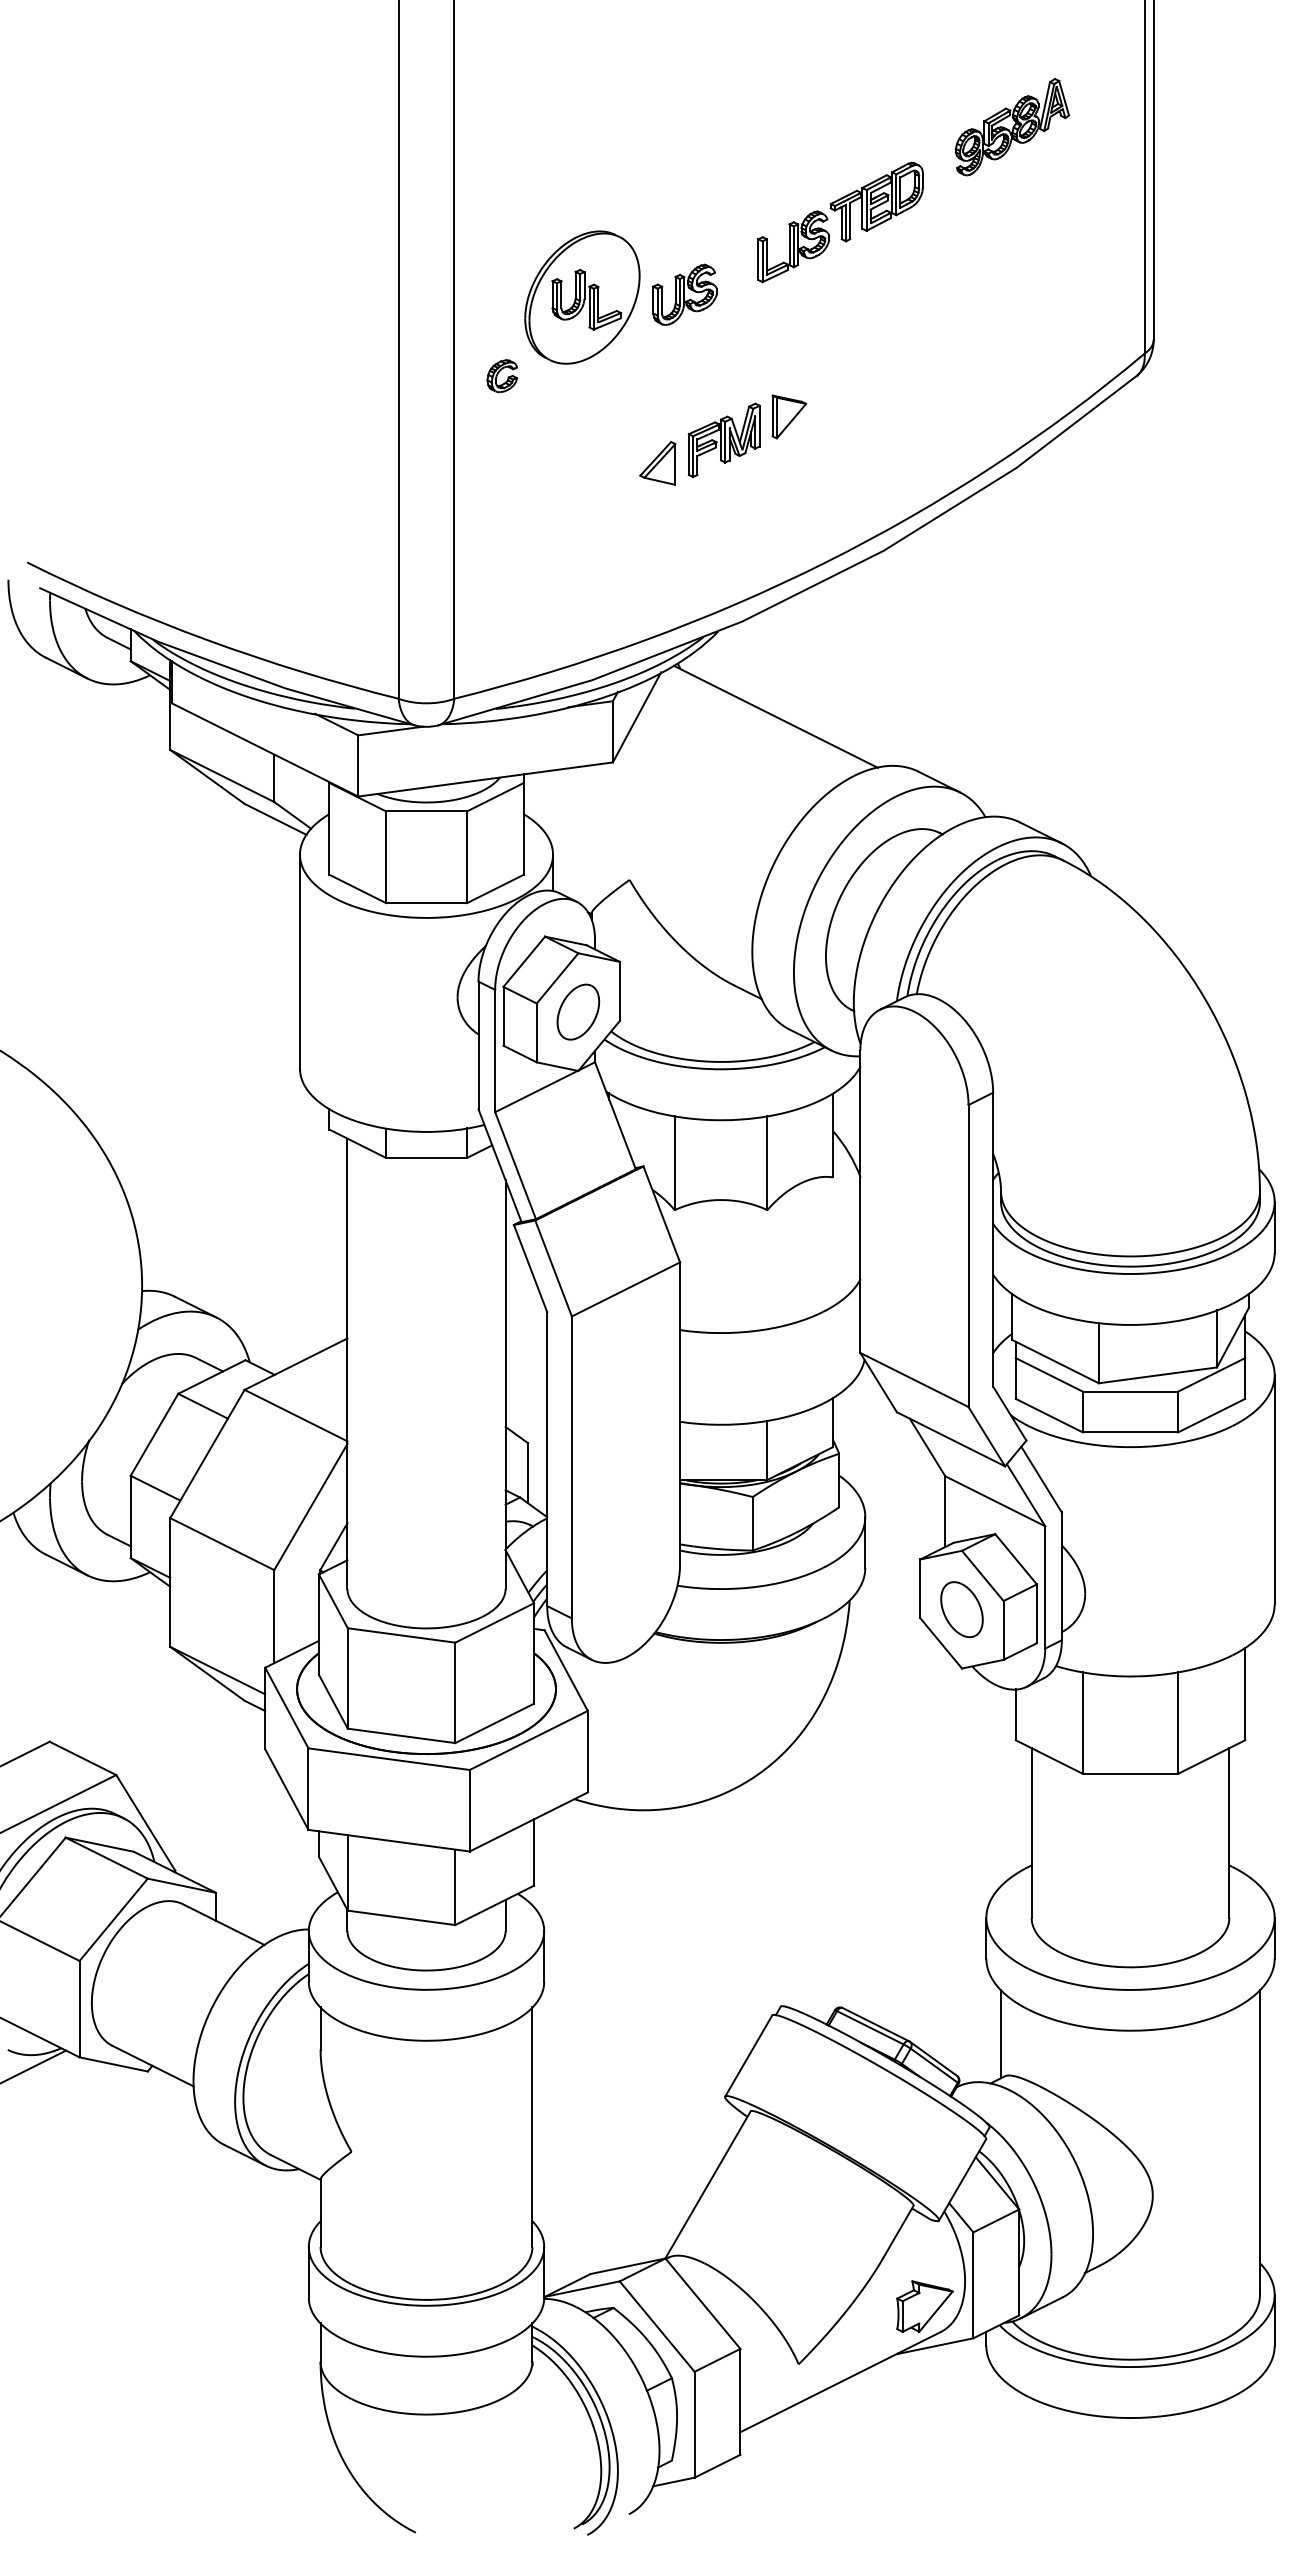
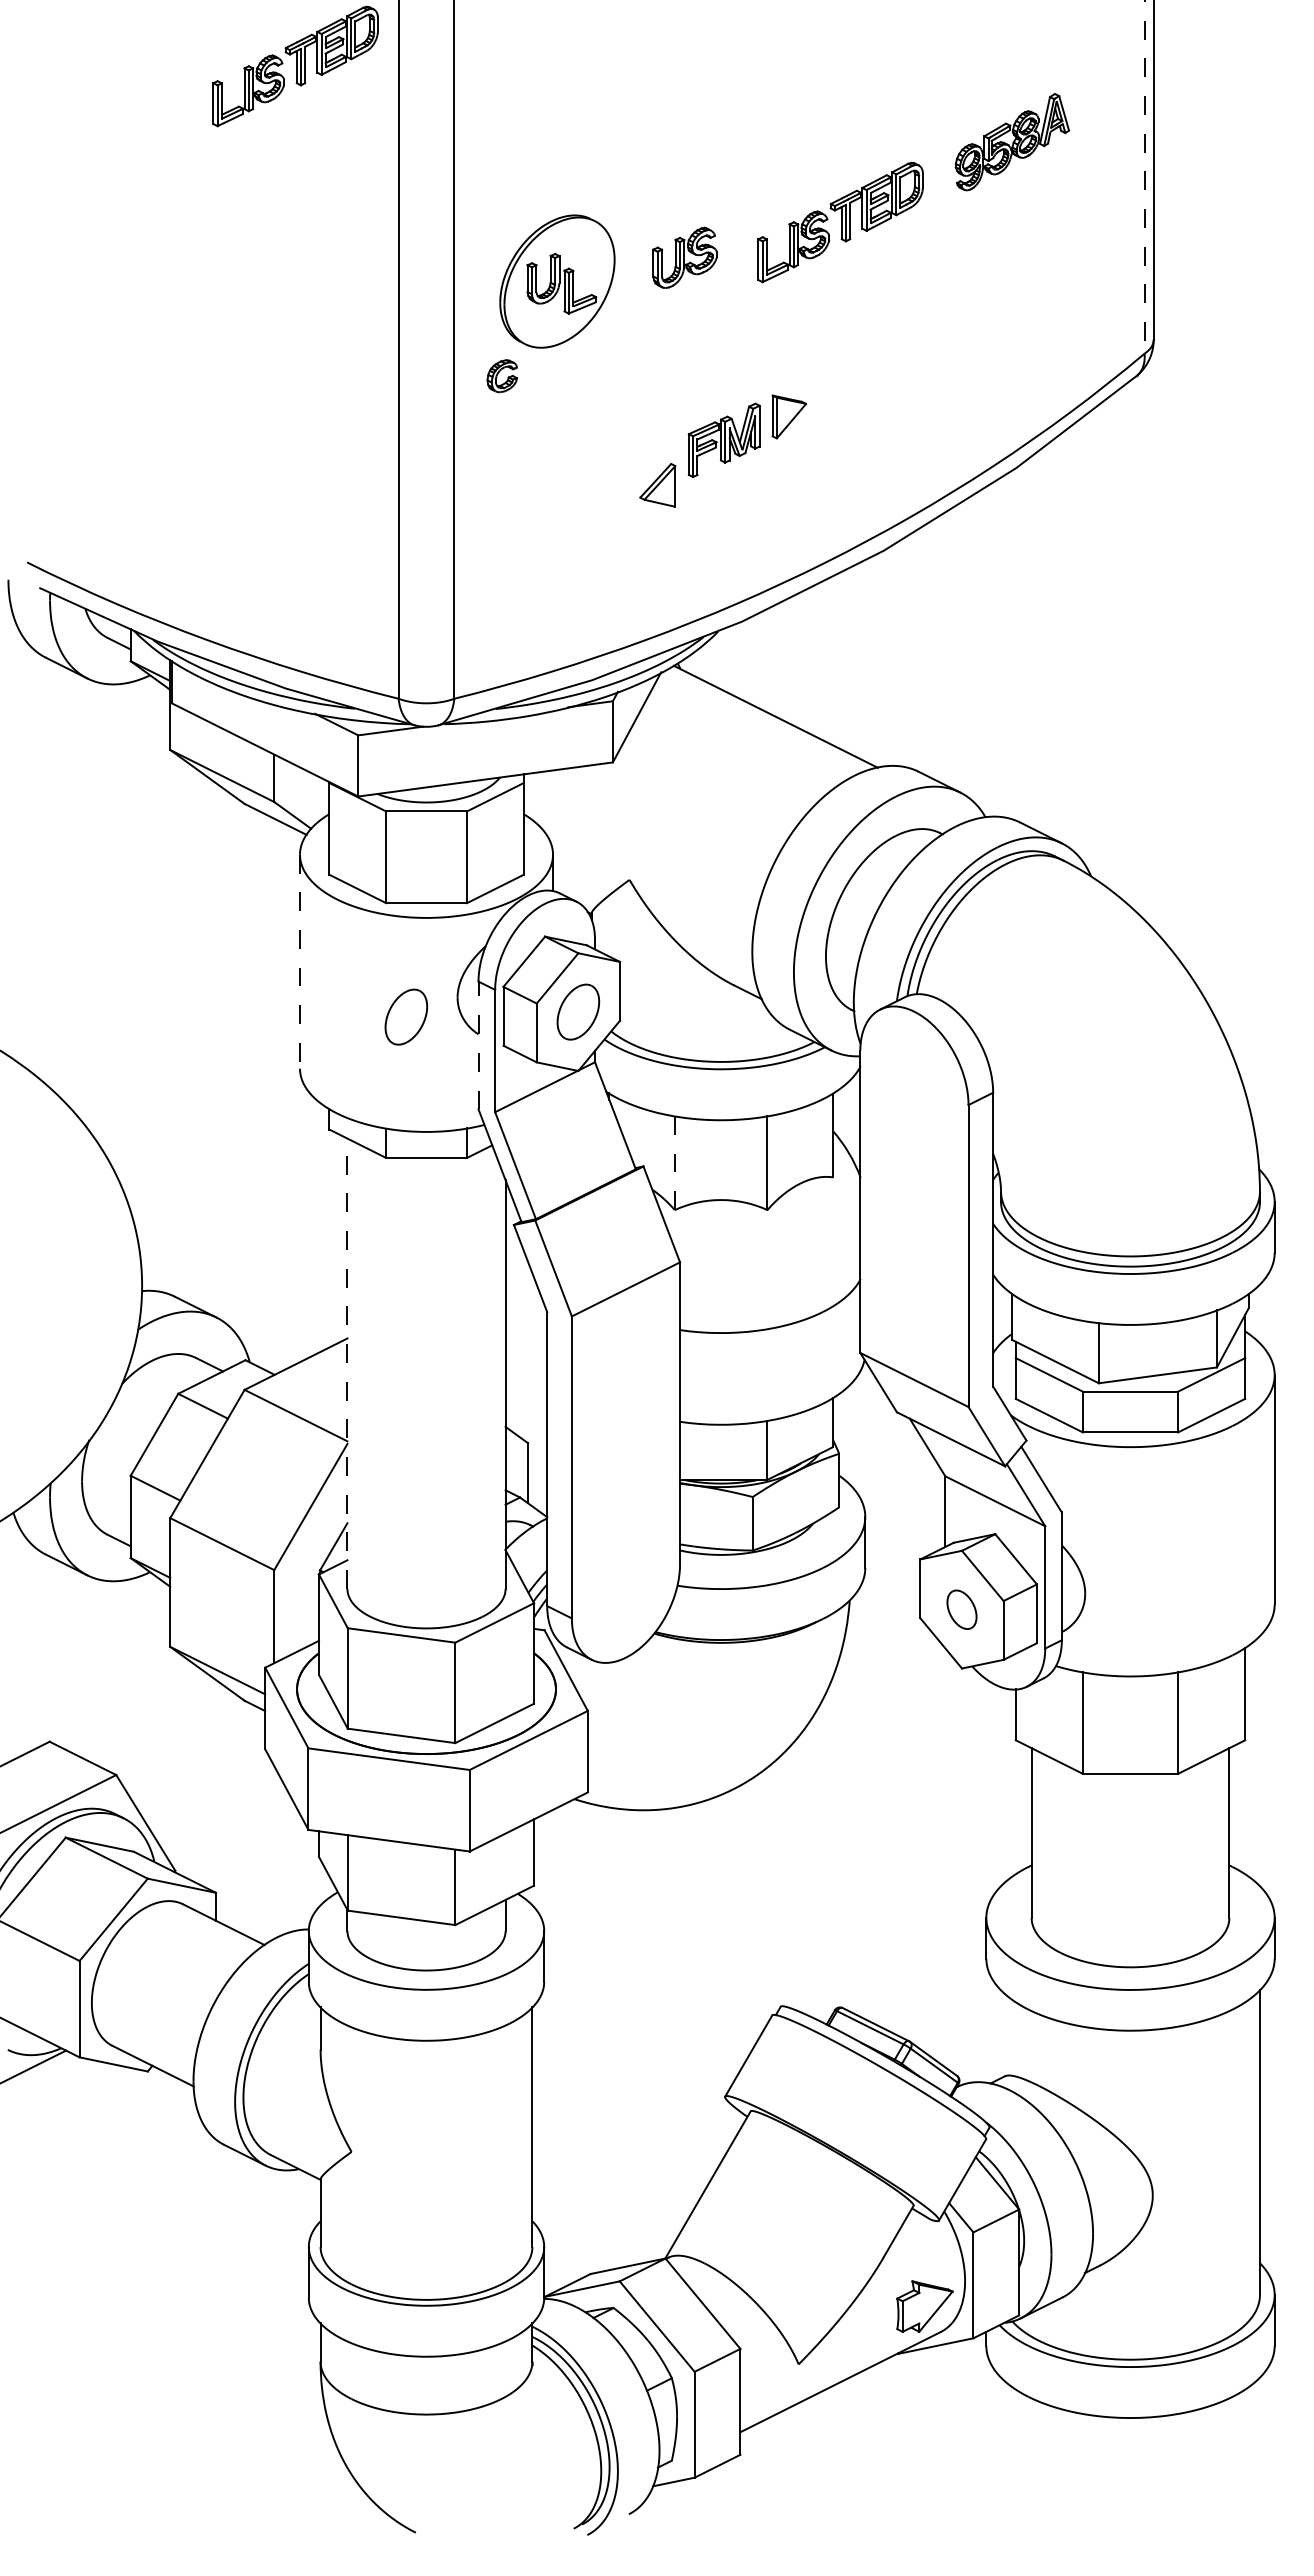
part at (295, 66): none -> present
part at (1011, 127) position: (1011, 127) -> (1011, 142)
line at (1144, 177): solid -> dashed
part at (684, 294) position: (684, 294) -> (684, 257)
part at (582, 297) position: (582, 297) -> (557, 281)
part at (657, 463) position: (657, 463) -> (657, 485)
line at (300, 962): solid -> dashed
part at (406, 1016): none -> present
line at (478, 1045): solid -> dashed
line at (674, 1163): solid -> dashed
line at (347, 1363): solid -> dashed
part at (961, 1609) size: 44x58 px -> 32x41 px
line at (1001, 2034): present -> none
